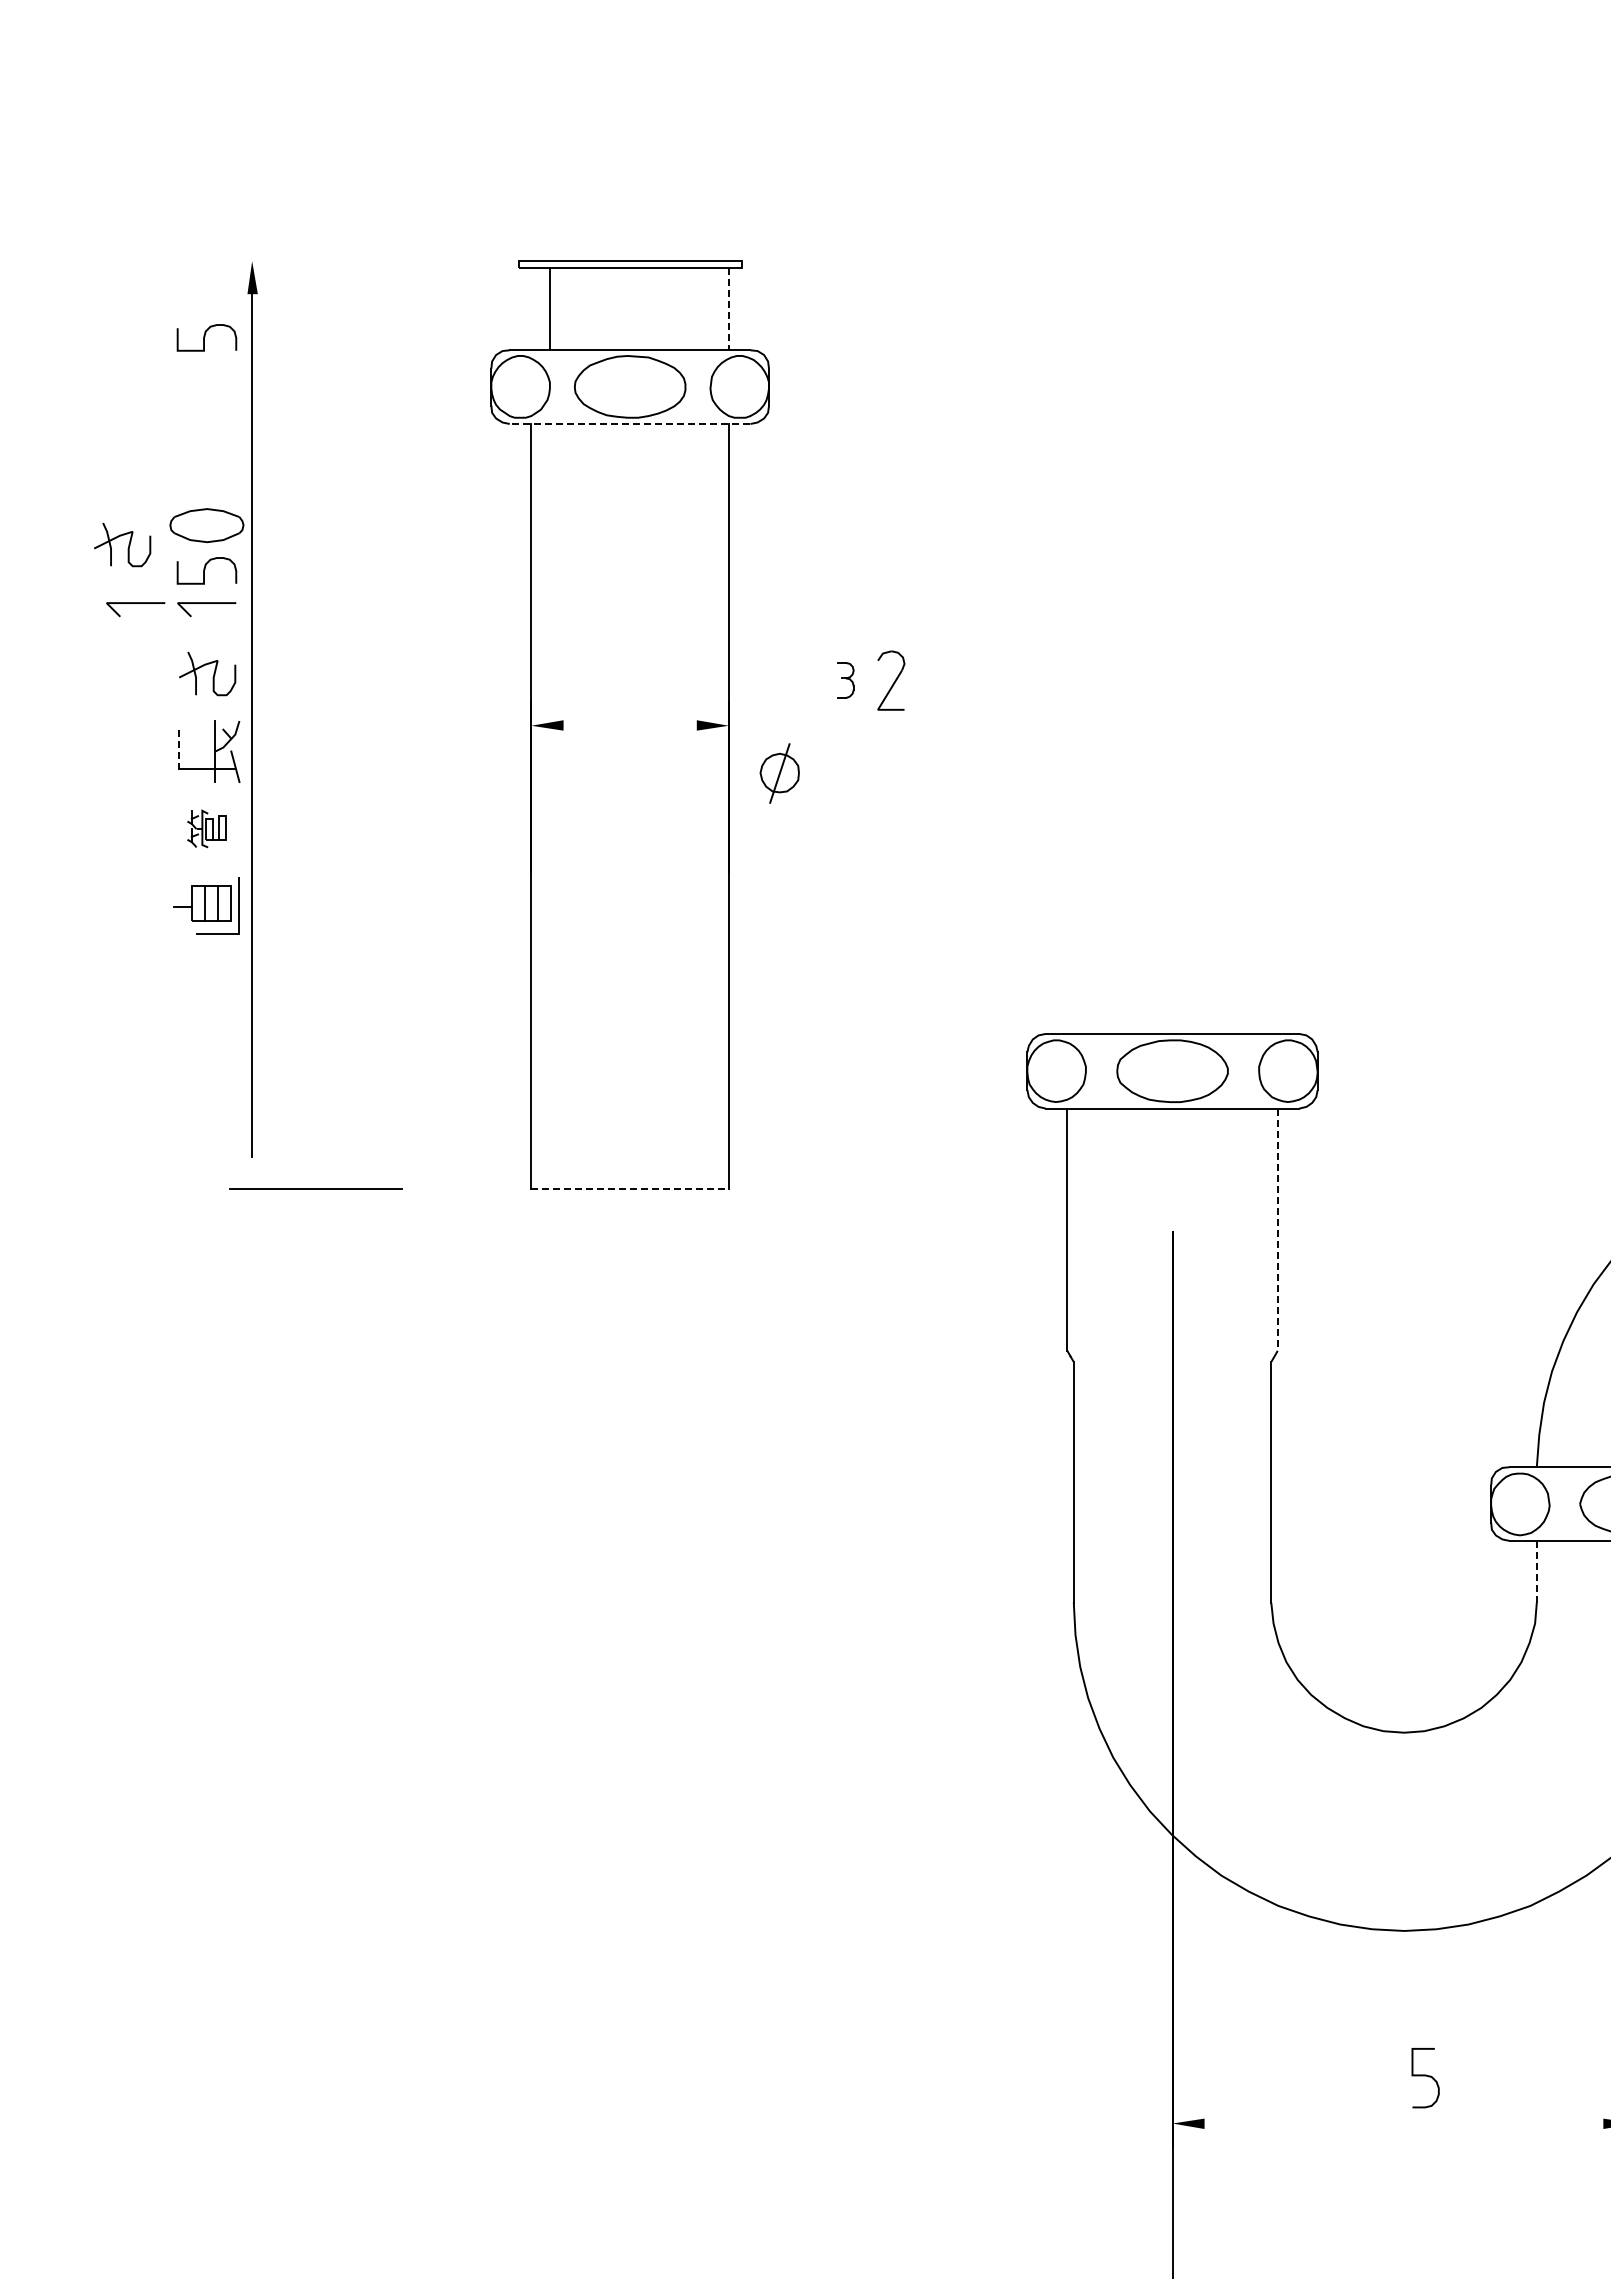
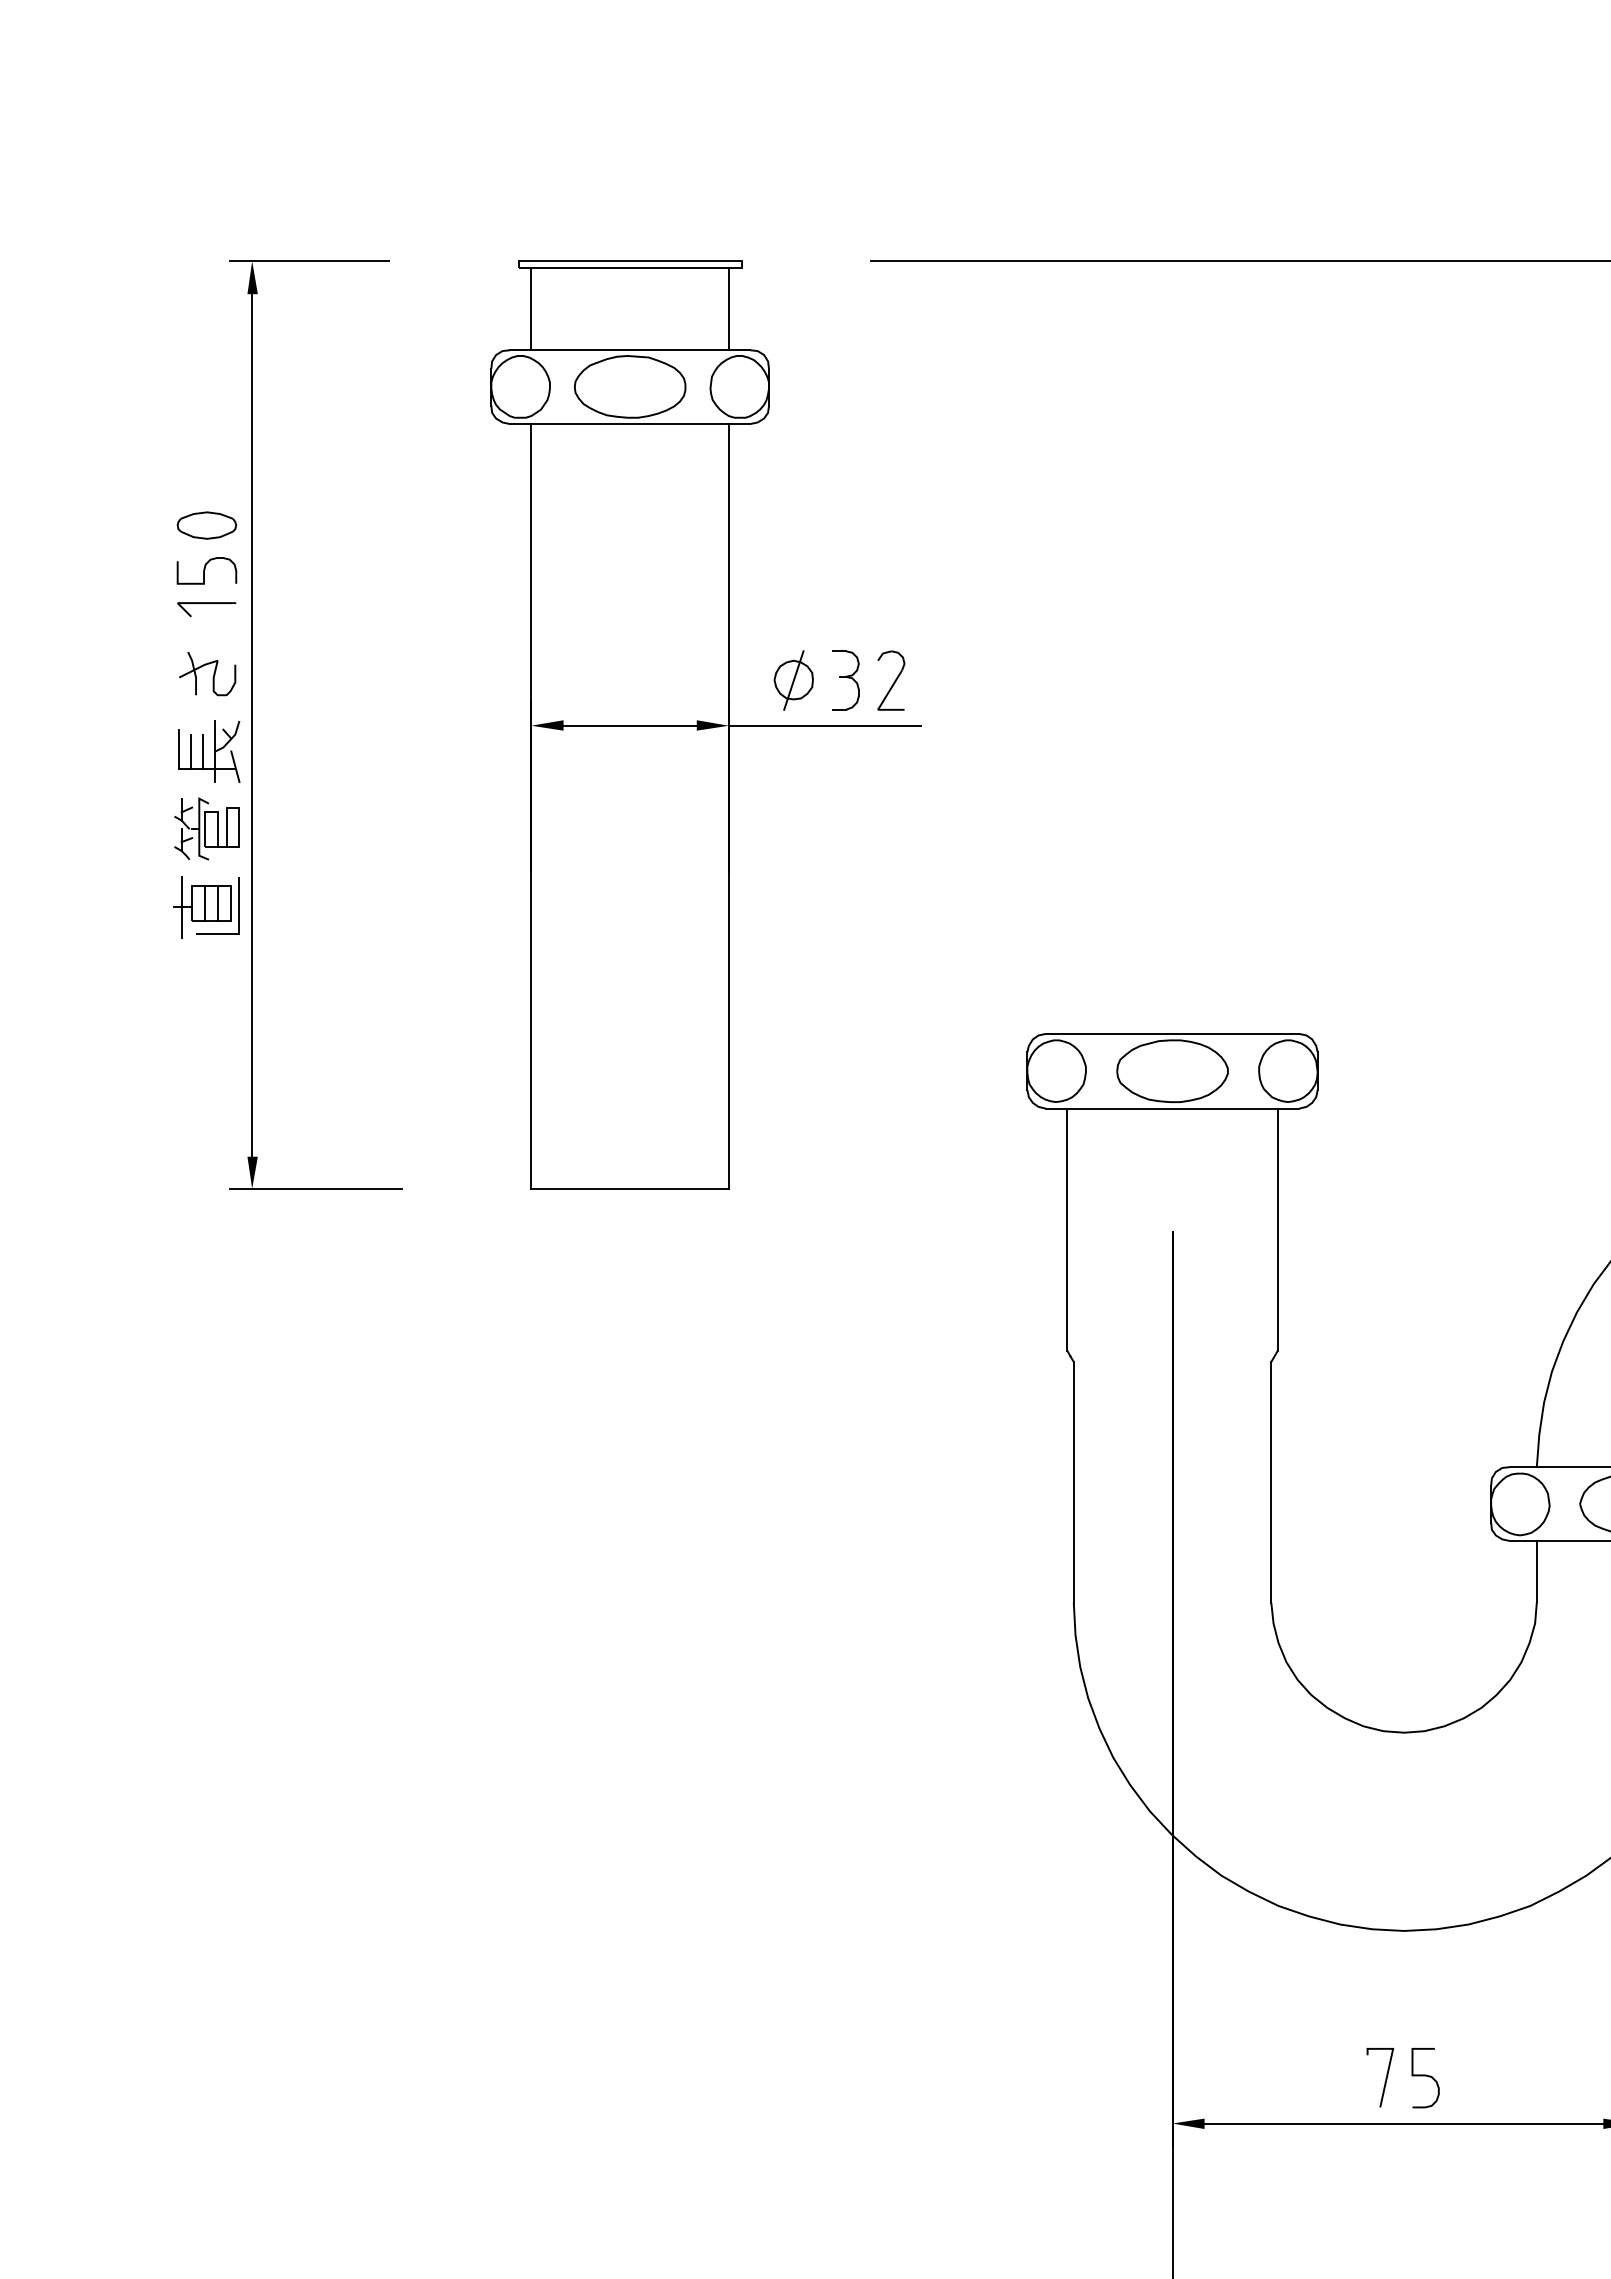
line at (309, 261): none -> present
line at (1238, 261): none -> present
line at (550, 308) position: (550, 308) -> (531, 308)
line at (728, 309): dashed -> solid
curve at (205, 337): present -> none
line at (629, 424): dashed -> solid
part at (206, 525) size: 76x36 px -> 62x29 px
part at (122, 544): present -> none
line at (135, 603): present -> none
part at (845, 680) size: 18x37 px -> 28x61 px
line at (629, 725): none -> present
line at (824, 725): none -> present
line at (179, 749): dashed -> solid
line at (191, 751): none -> present
line at (203, 751): none -> present
part at (779, 773) position: (779, 773) -> (793, 680)
part at (206, 828) size: 40x40 px -> 66x64 px
line at (182, 907): none -> present
fill at (252, 1172): none -> present
line at (630, 1188): dashed -> solid
line at (1277, 1230): dashed -> solid
line at (1536, 1571): dashed -> solid
line at (1385, 2077): none -> present
line at (1403, 2123): none -> present
